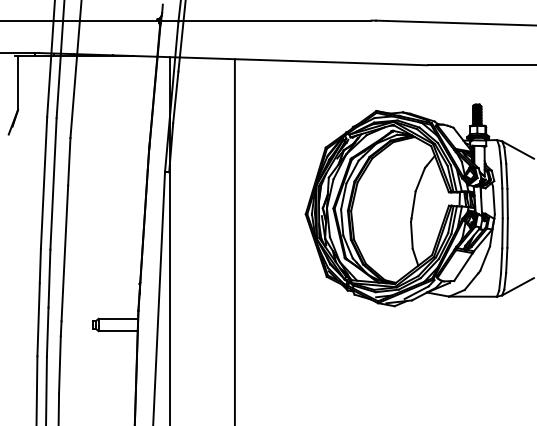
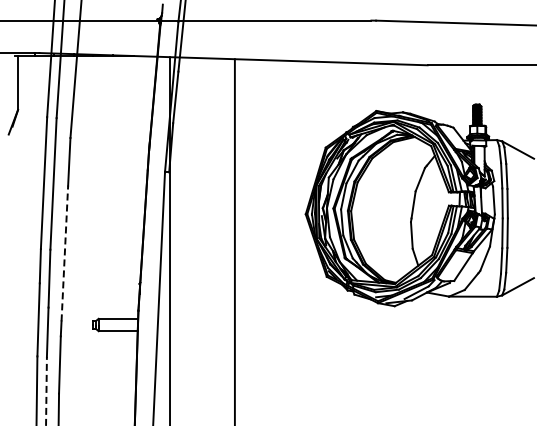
line at (64, 253): solid -> dashed
line at (46, 390): solid -> dashed
